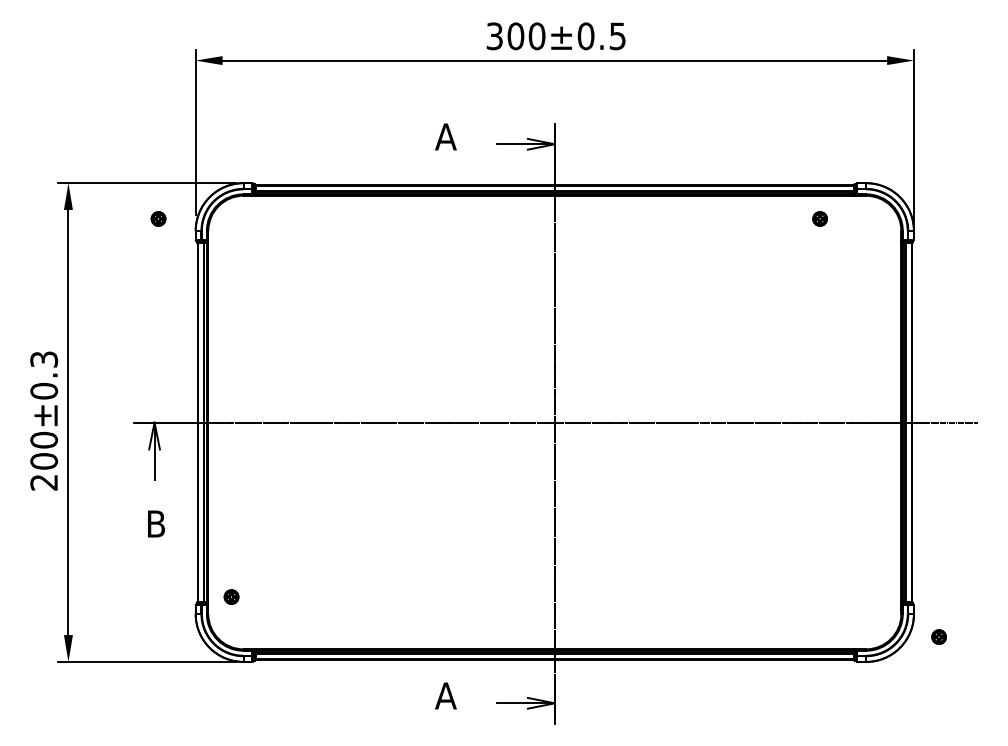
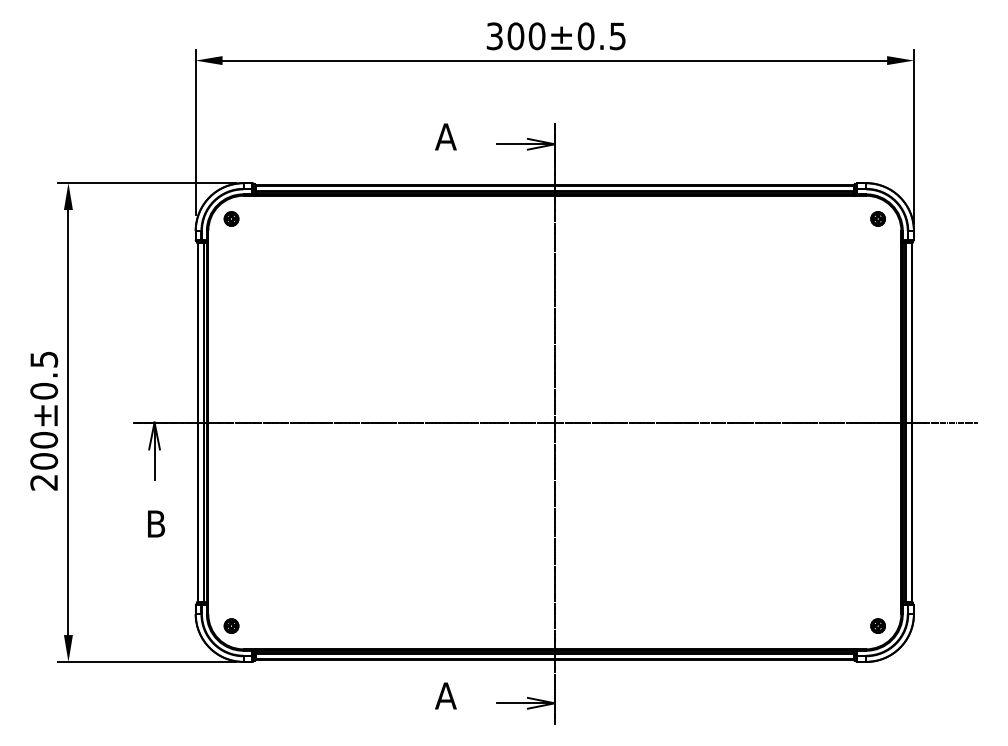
part at (158, 218) position: (158, 218) -> (231, 218)
part at (819, 218) position: (819, 218) -> (877, 218)
text at (43, 358): 200±0.3 -> 200±0.5
part at (231, 596) position: (231, 596) -> (231, 625)
part at (938, 636) position: (938, 636) -> (877, 625)
